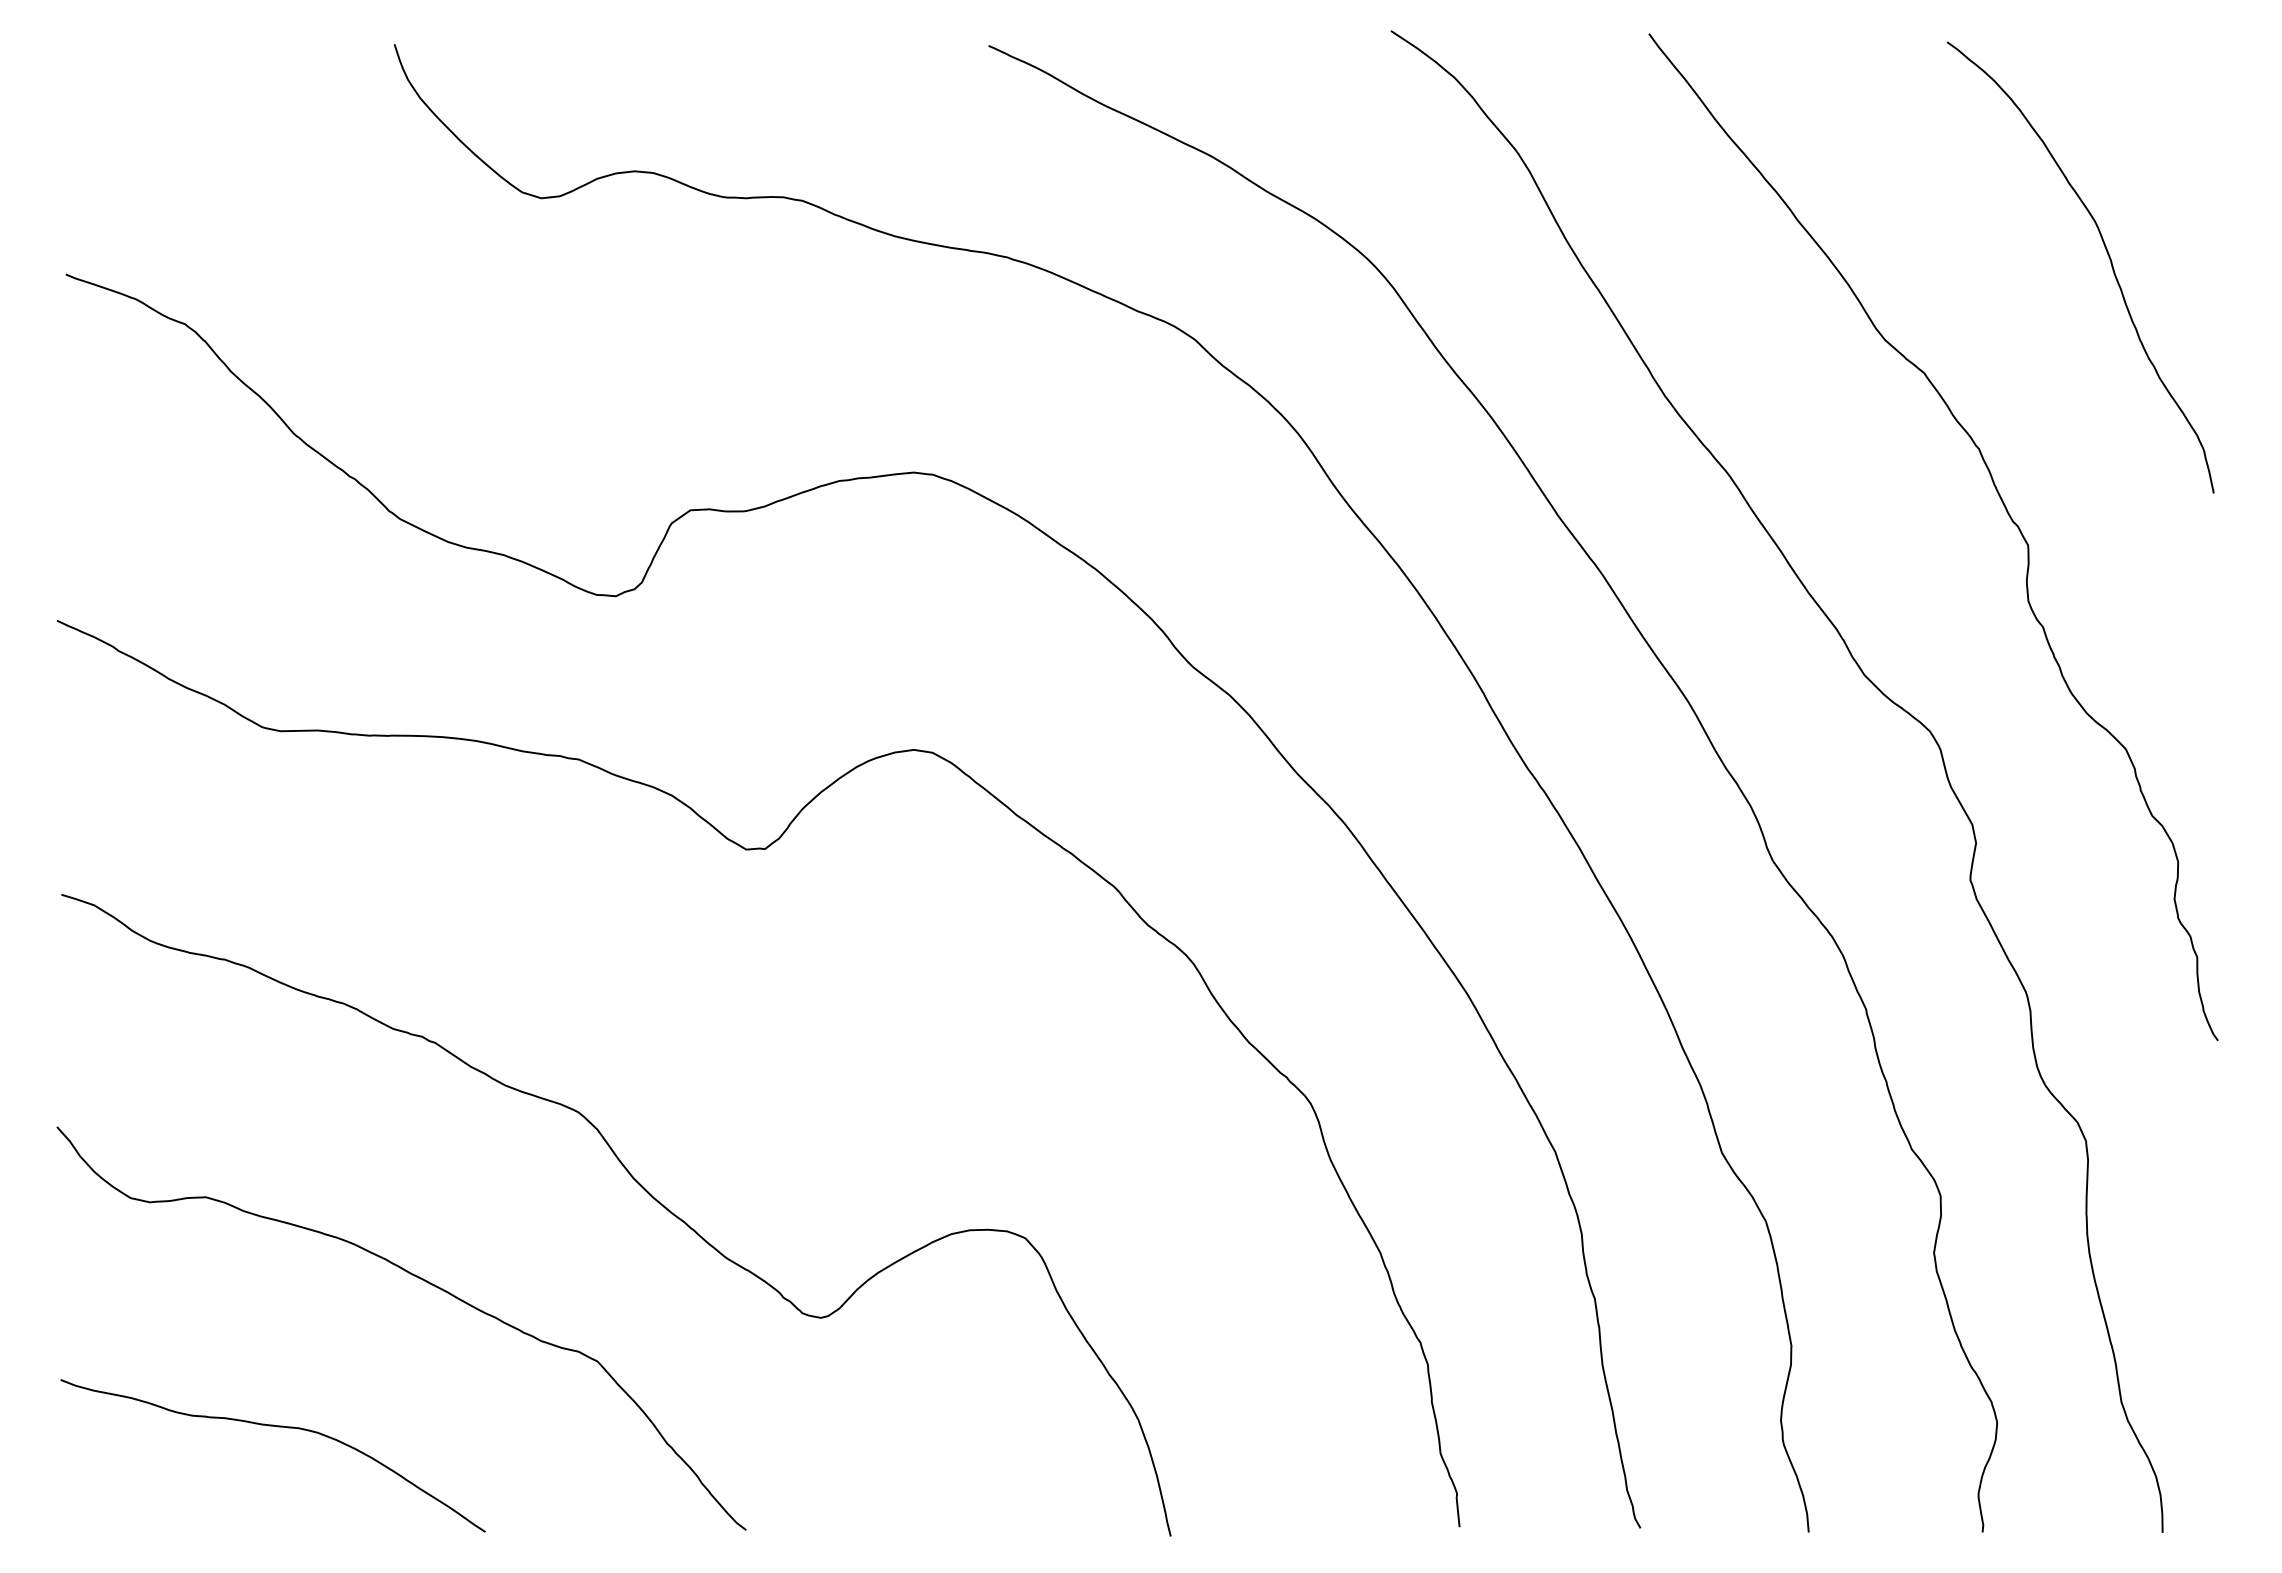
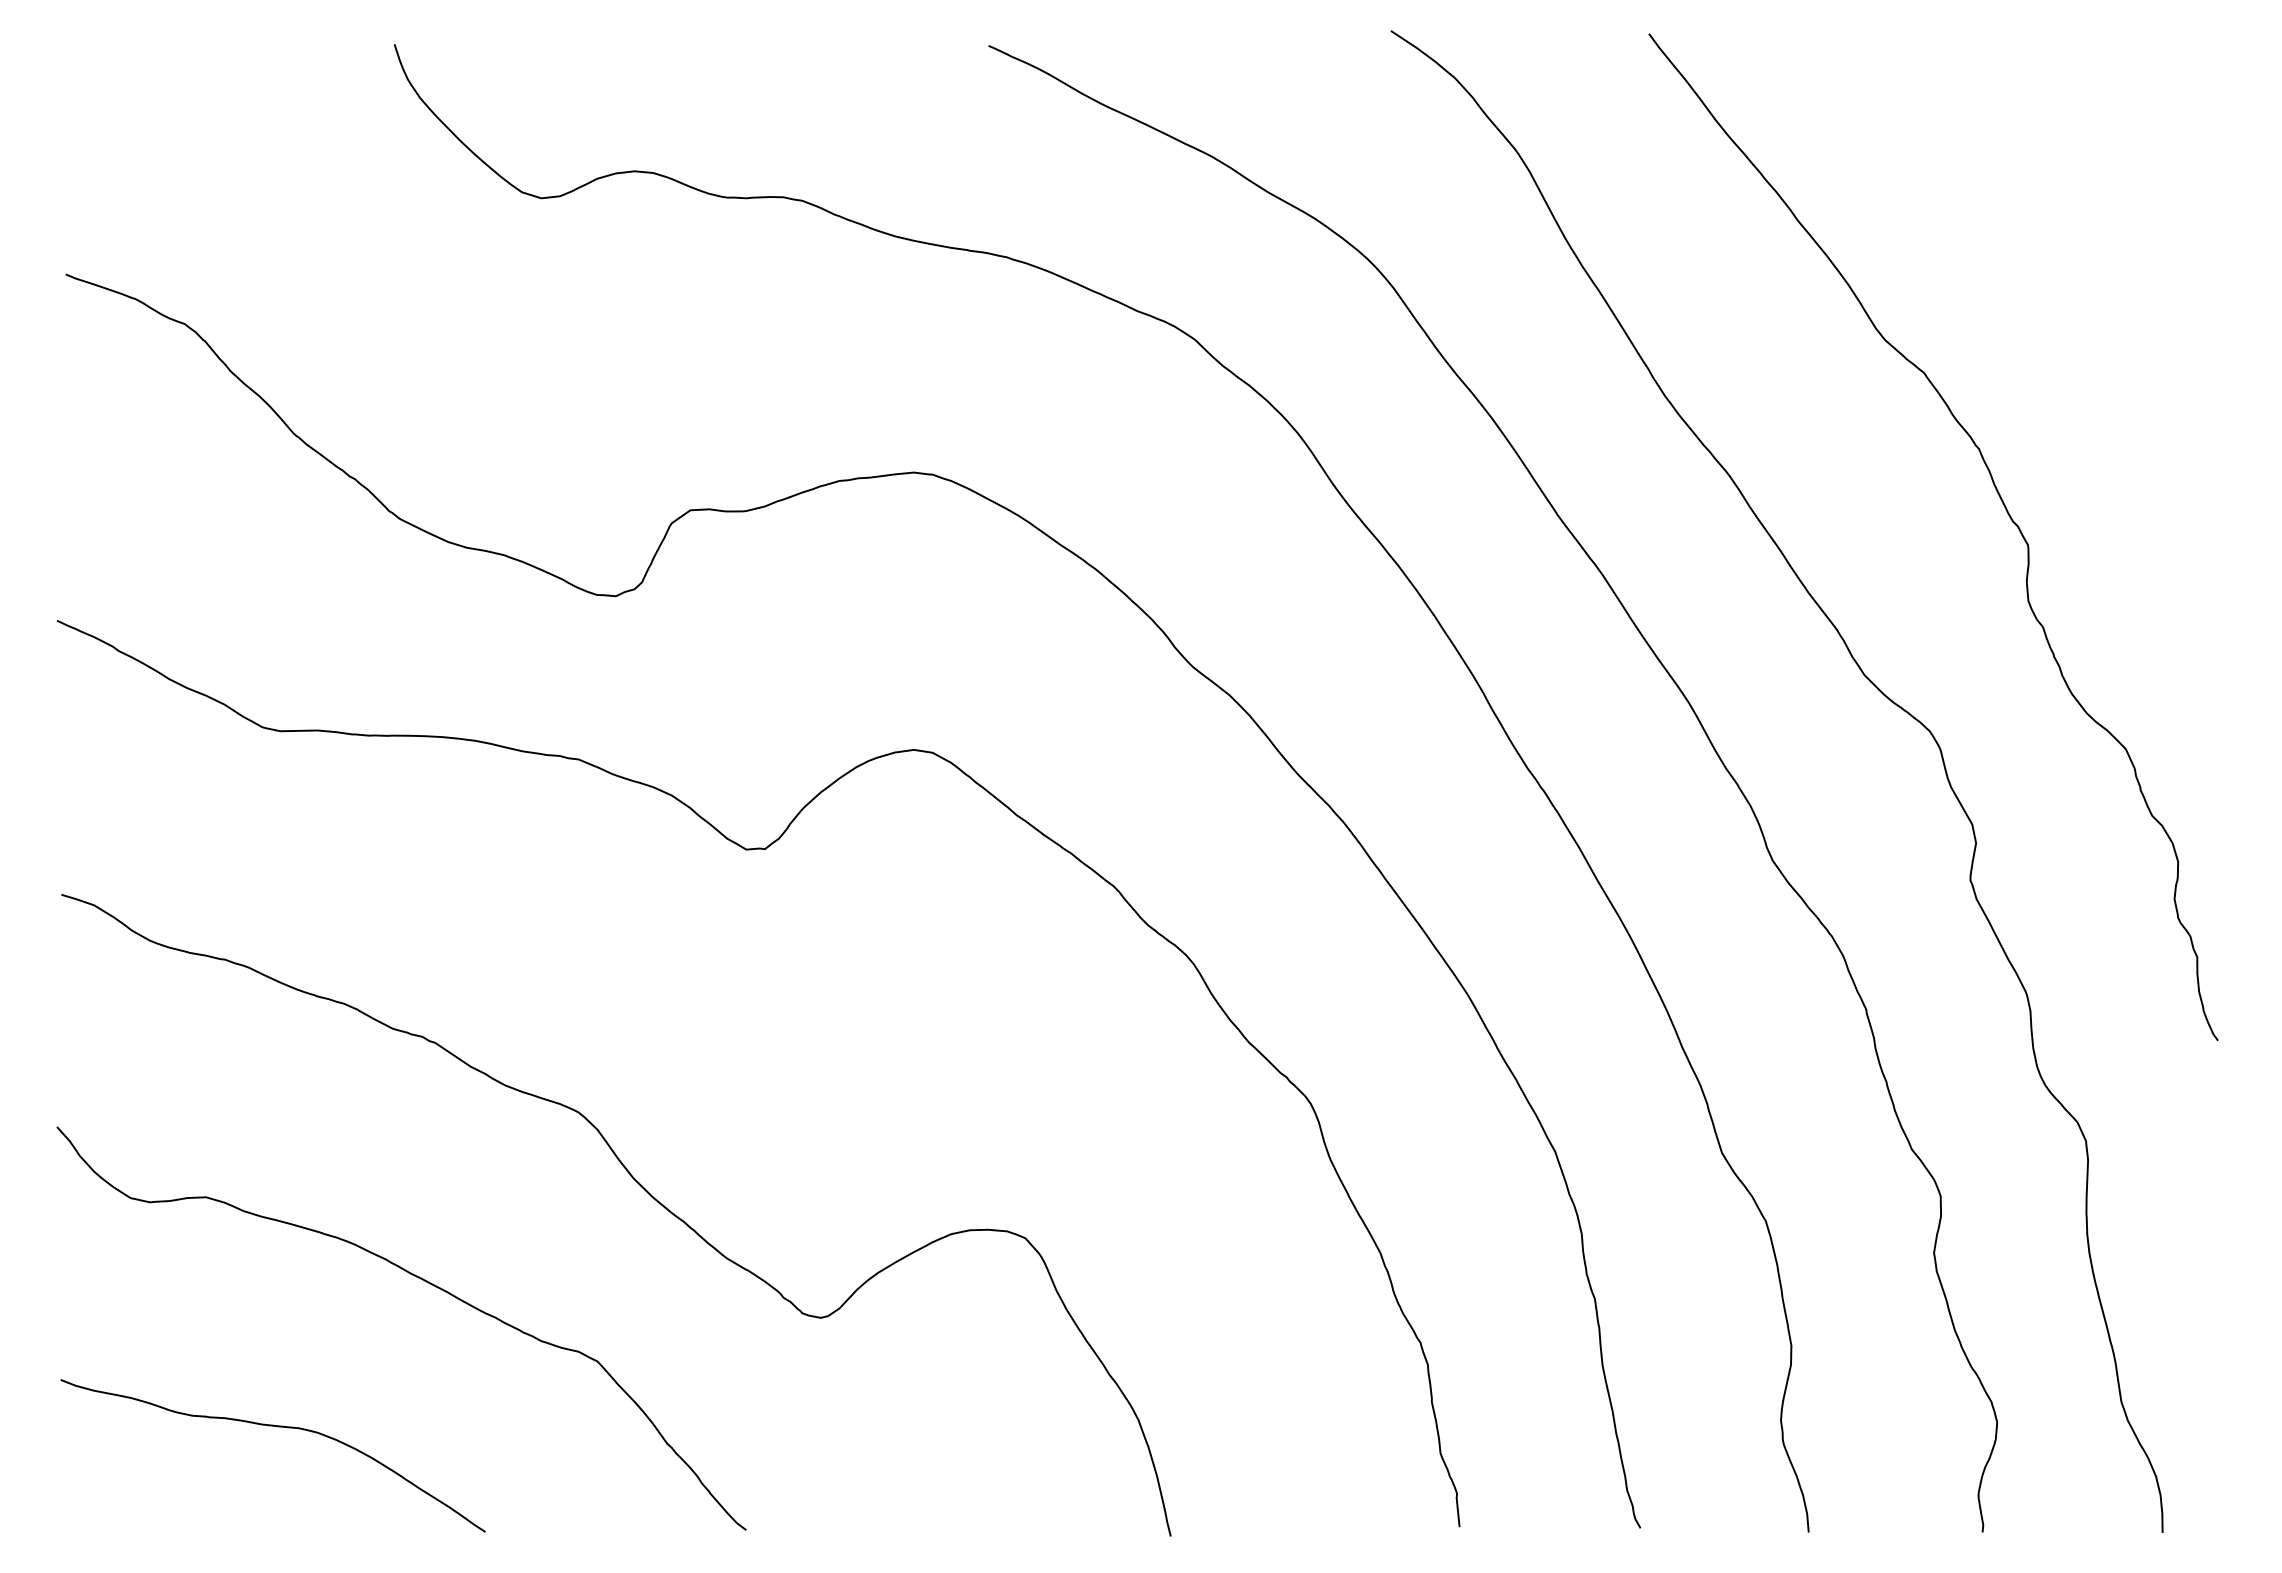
curve at (2108, 257): present -> none
